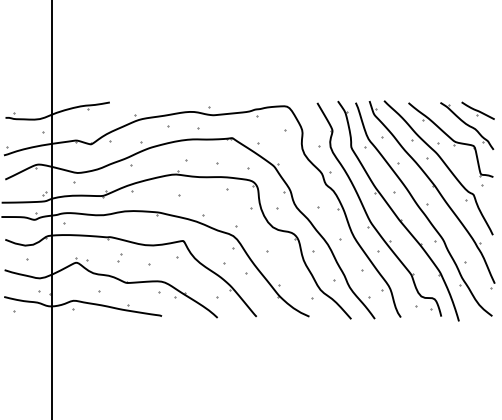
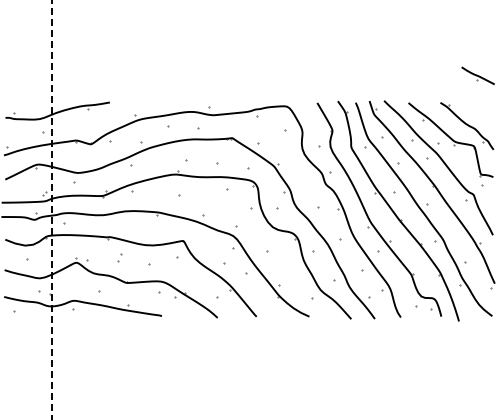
part at (477, 110) position: (477, 110) -> (477, 75)
line at (51, 209): solid -> dashed
